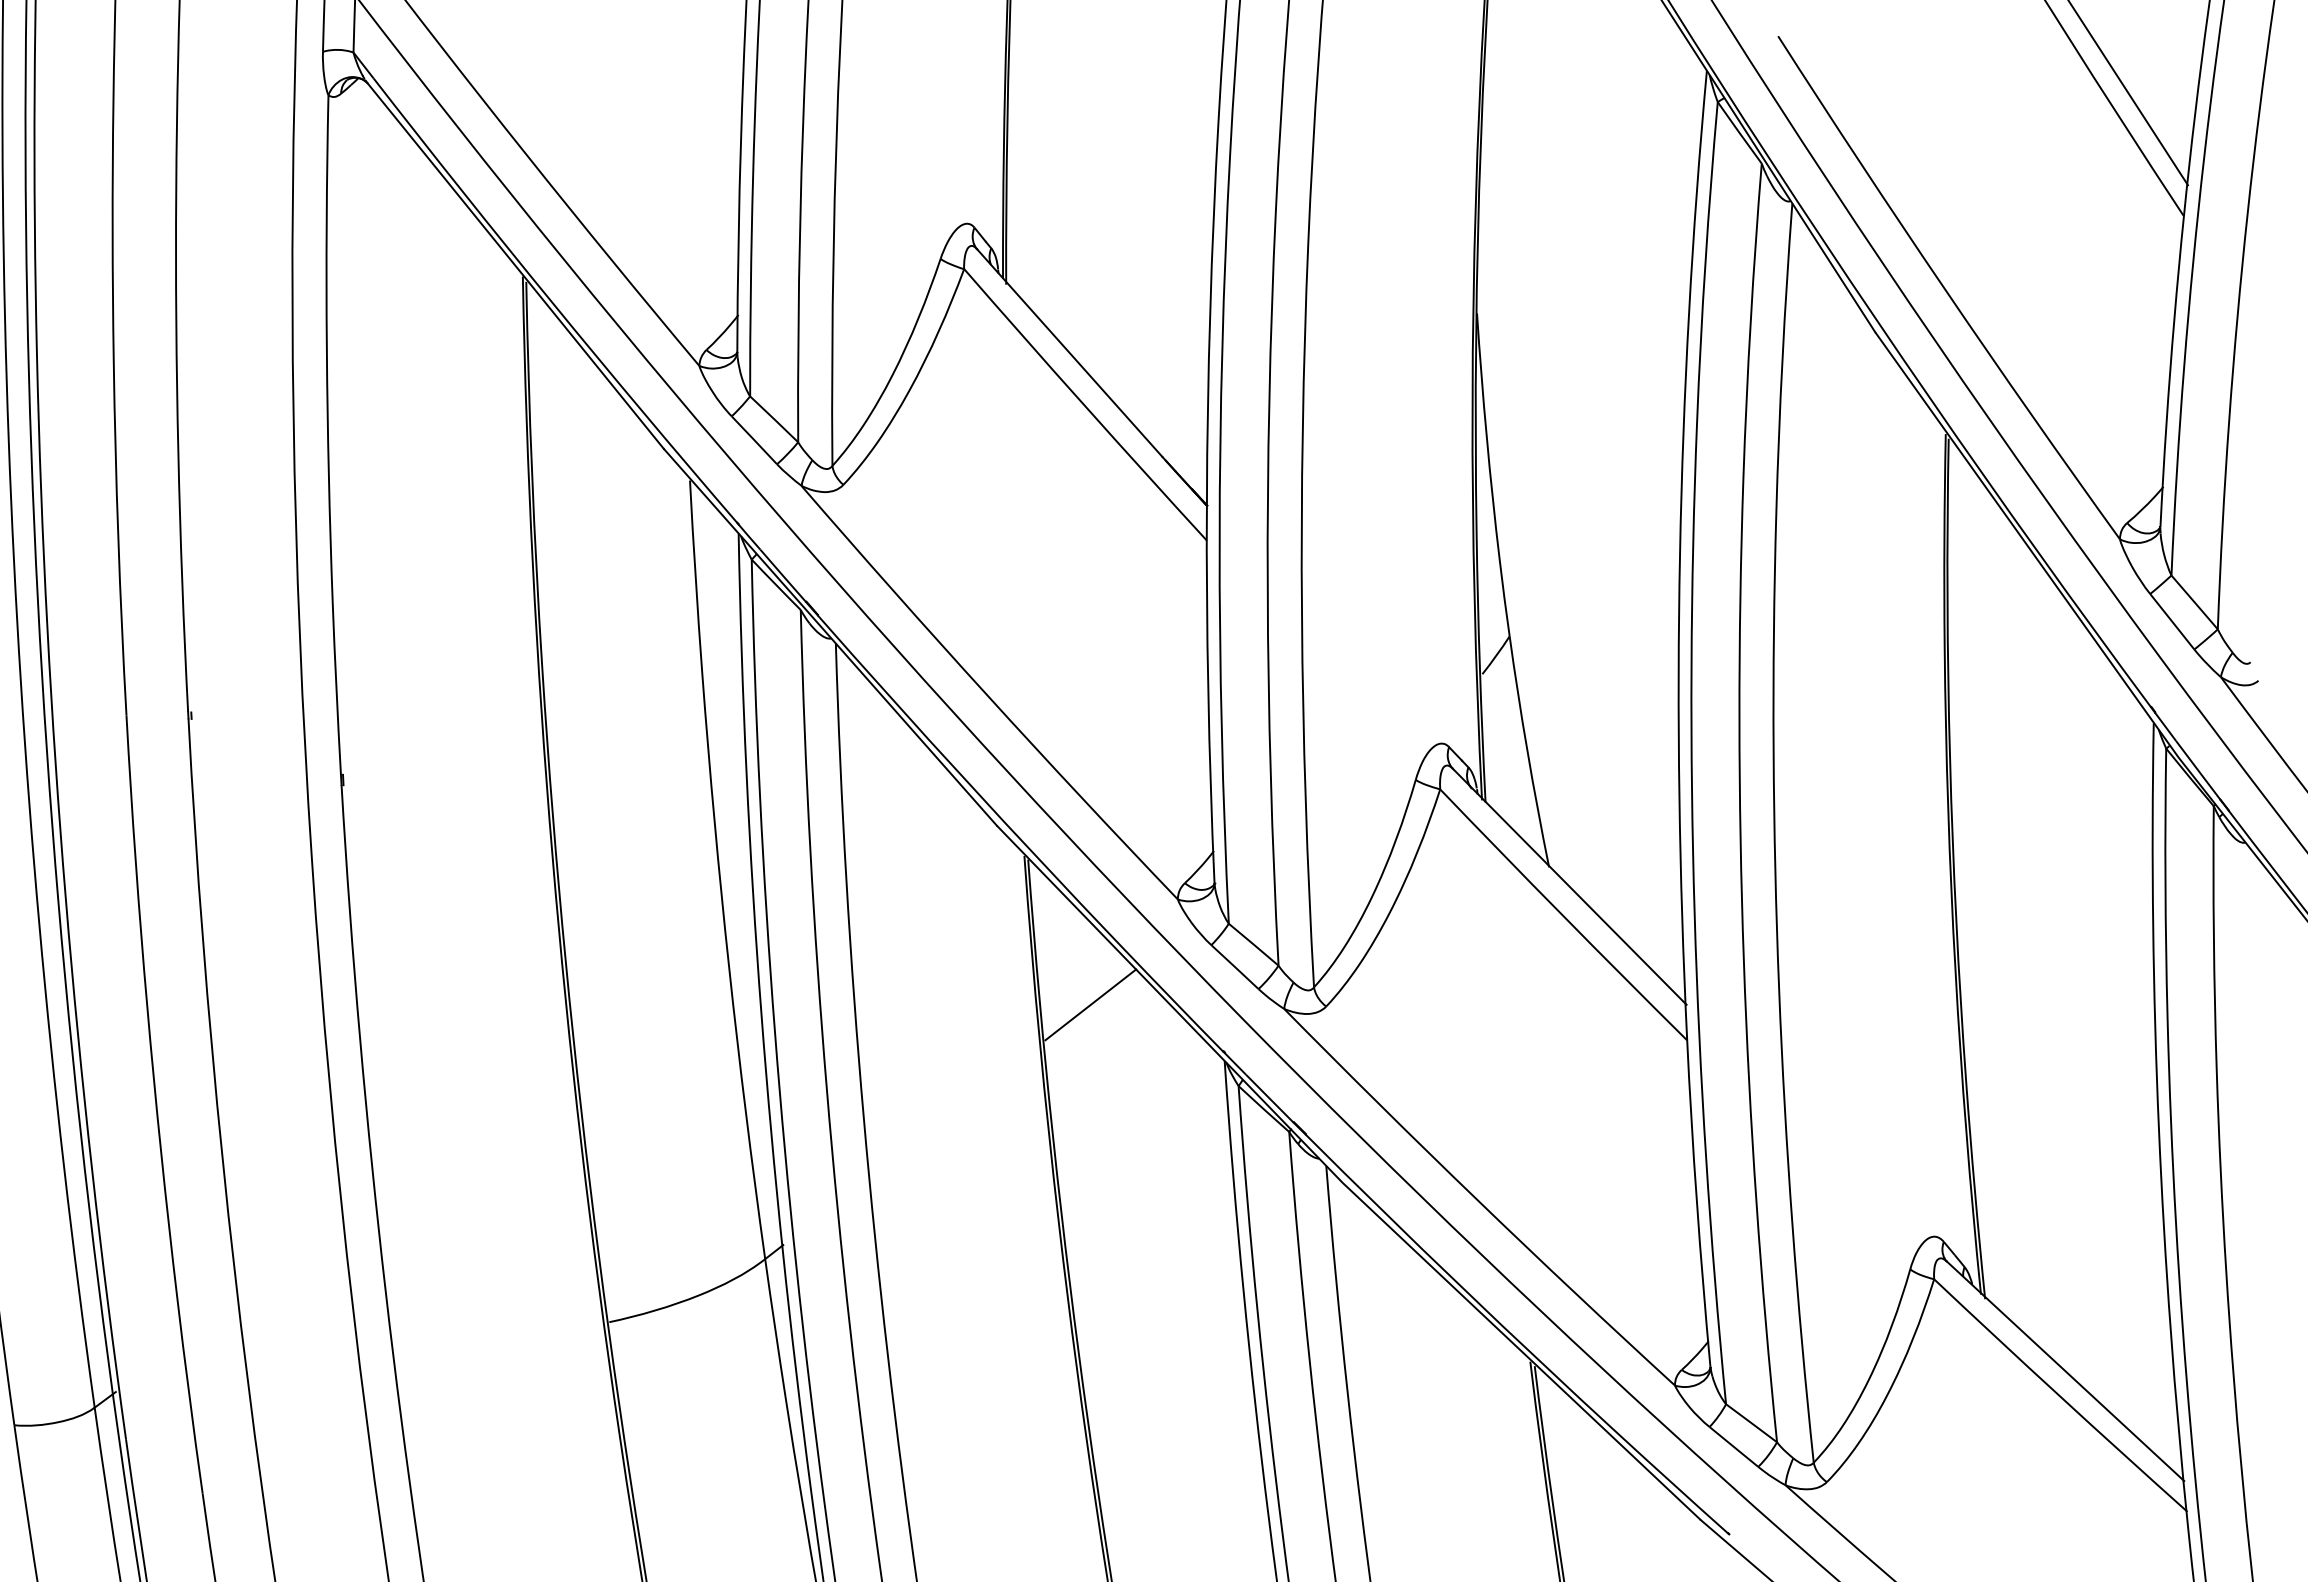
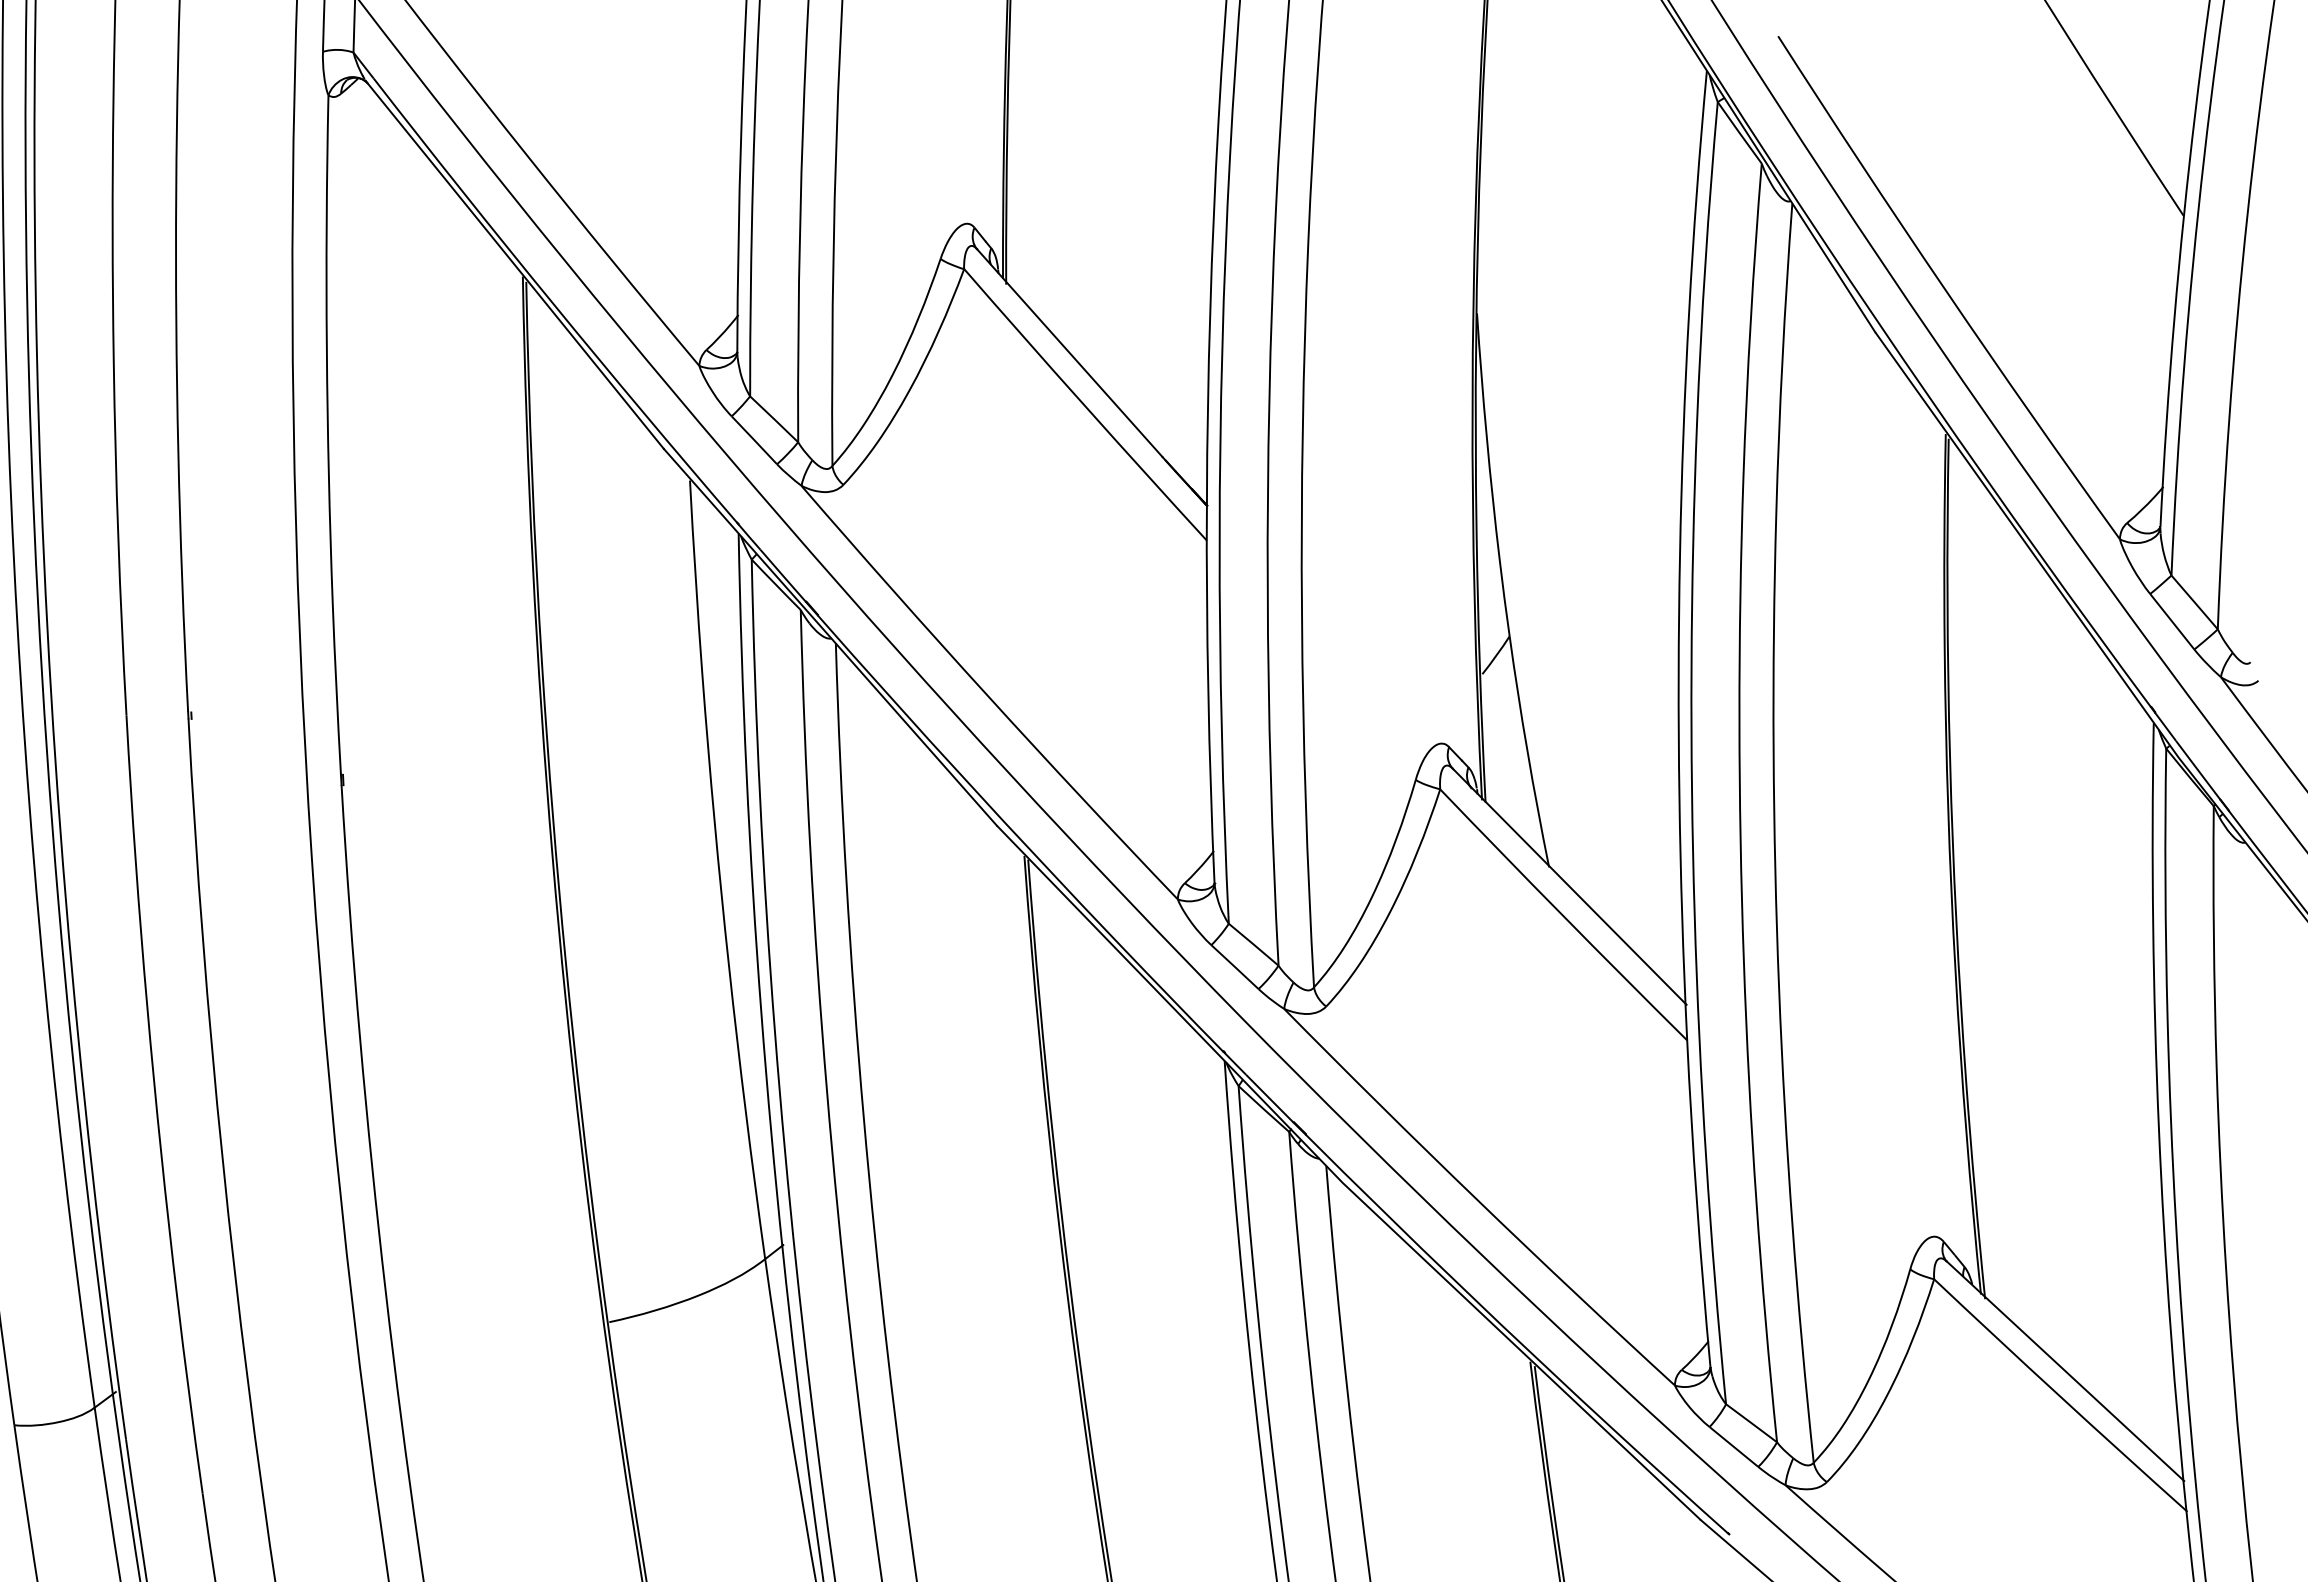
line at (2128, 93): present -> none
line at (1090, 1004): present -> none
